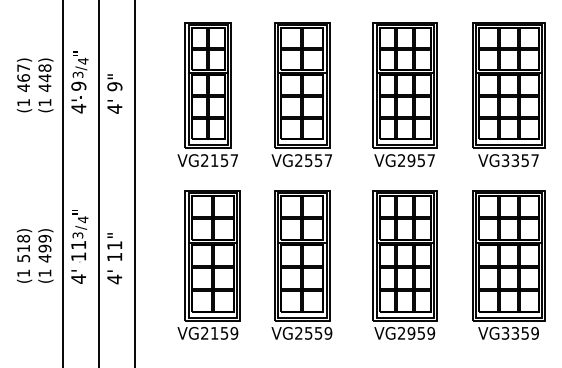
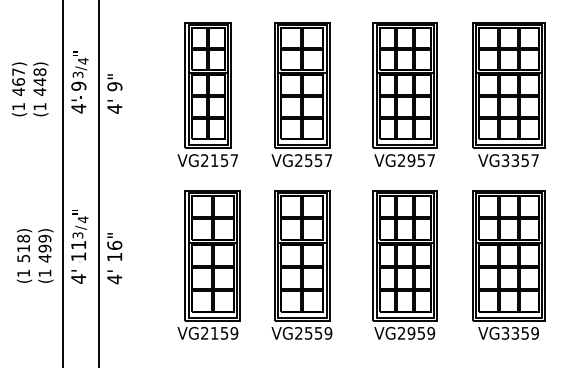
text at (34, 85) position: (34, 85) -> (29, 89)
line at (134, 183): present -> none
text at (114, 244): 11" -> 16"
